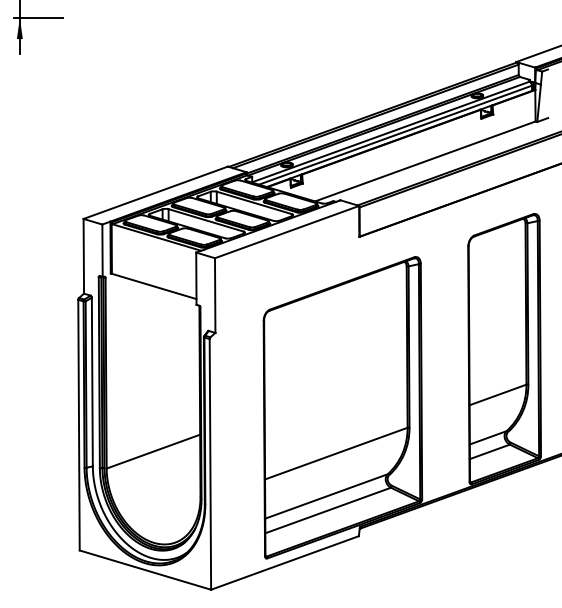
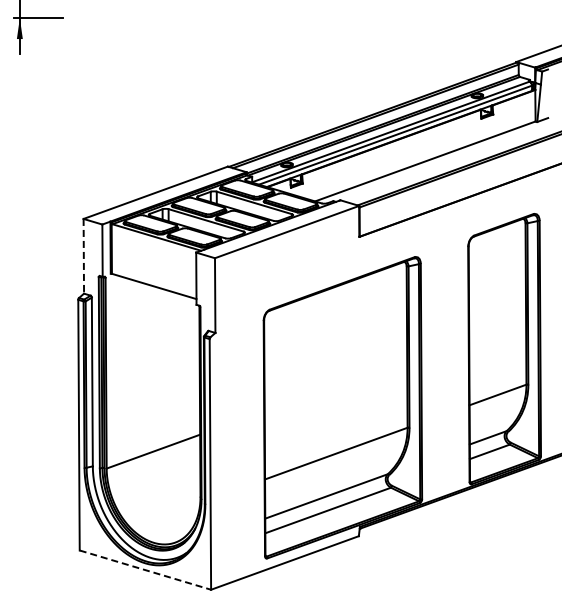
line at (83, 256): solid -> dashed
line at (145, 570): solid -> dashed
